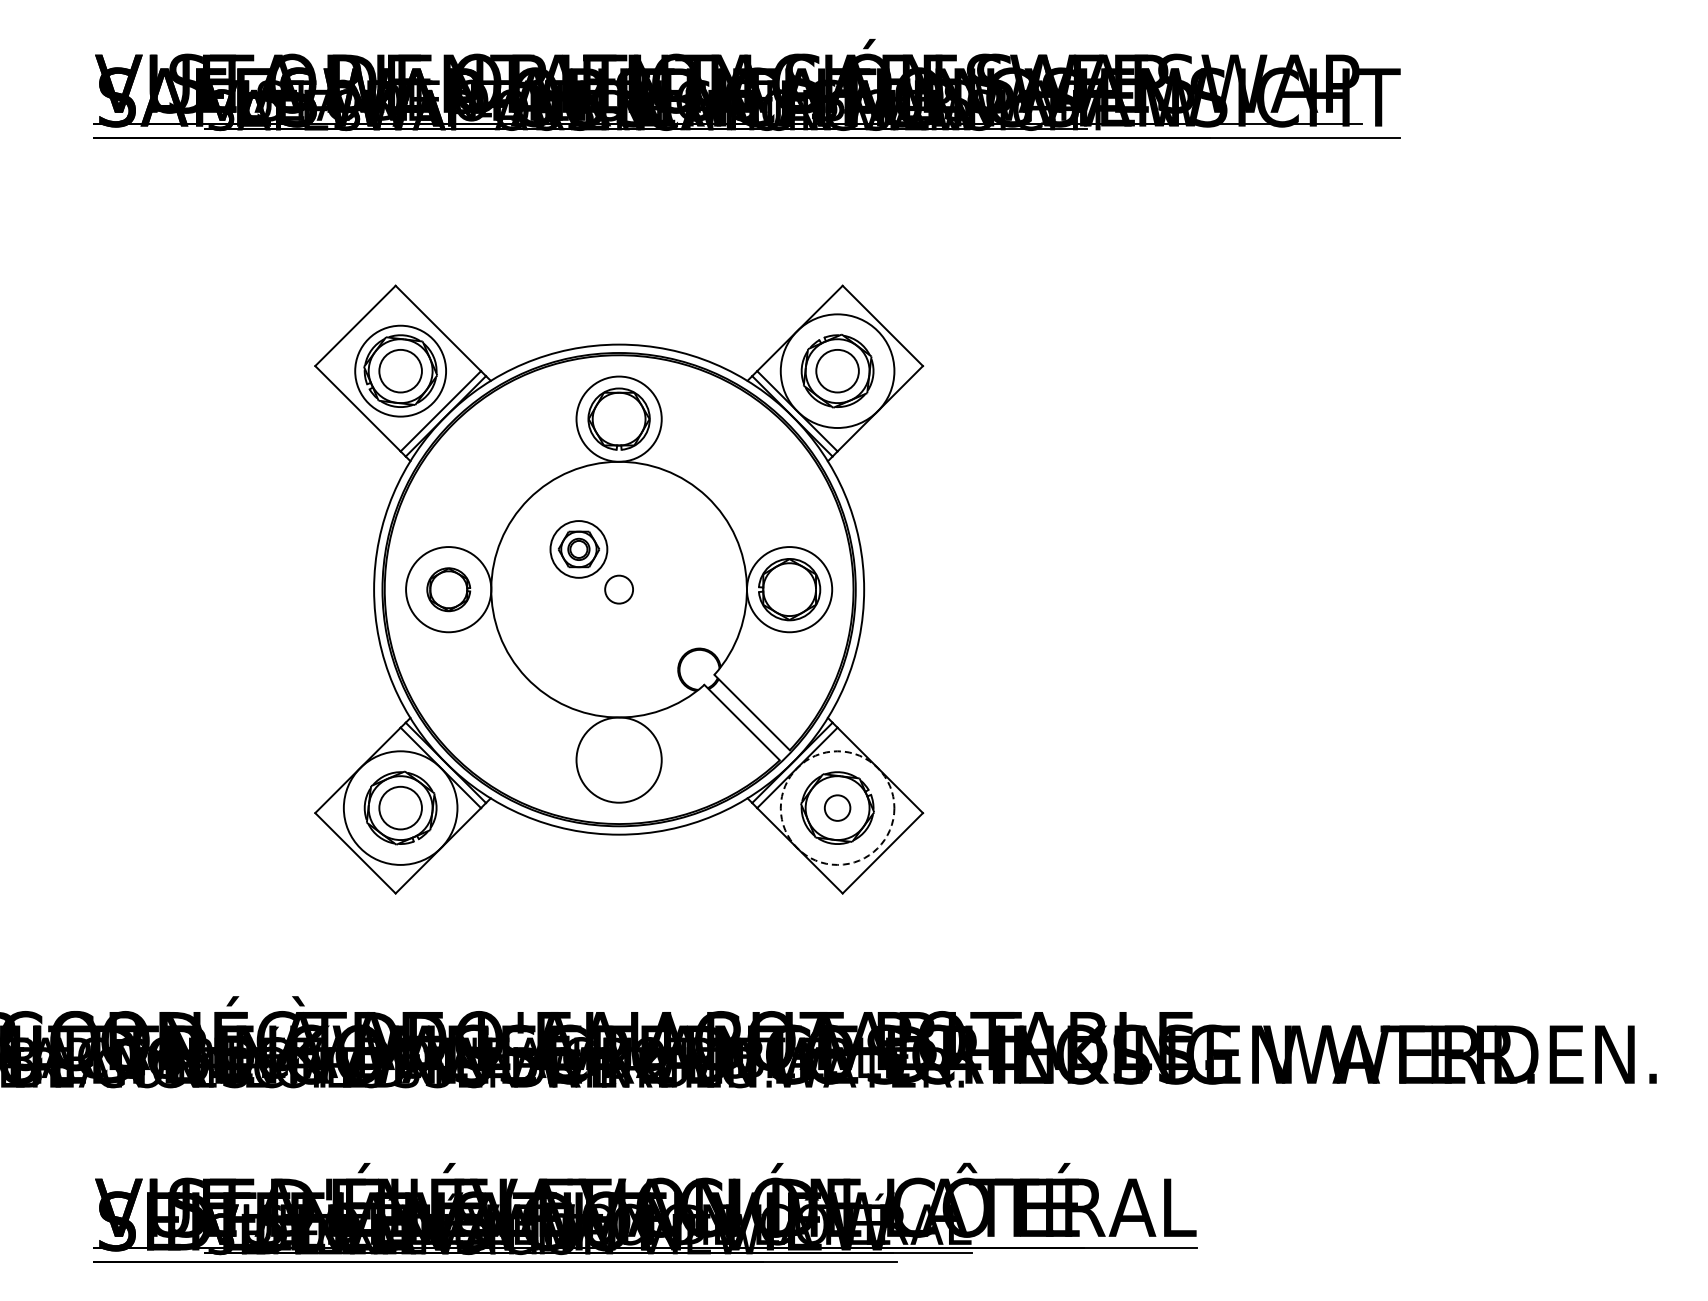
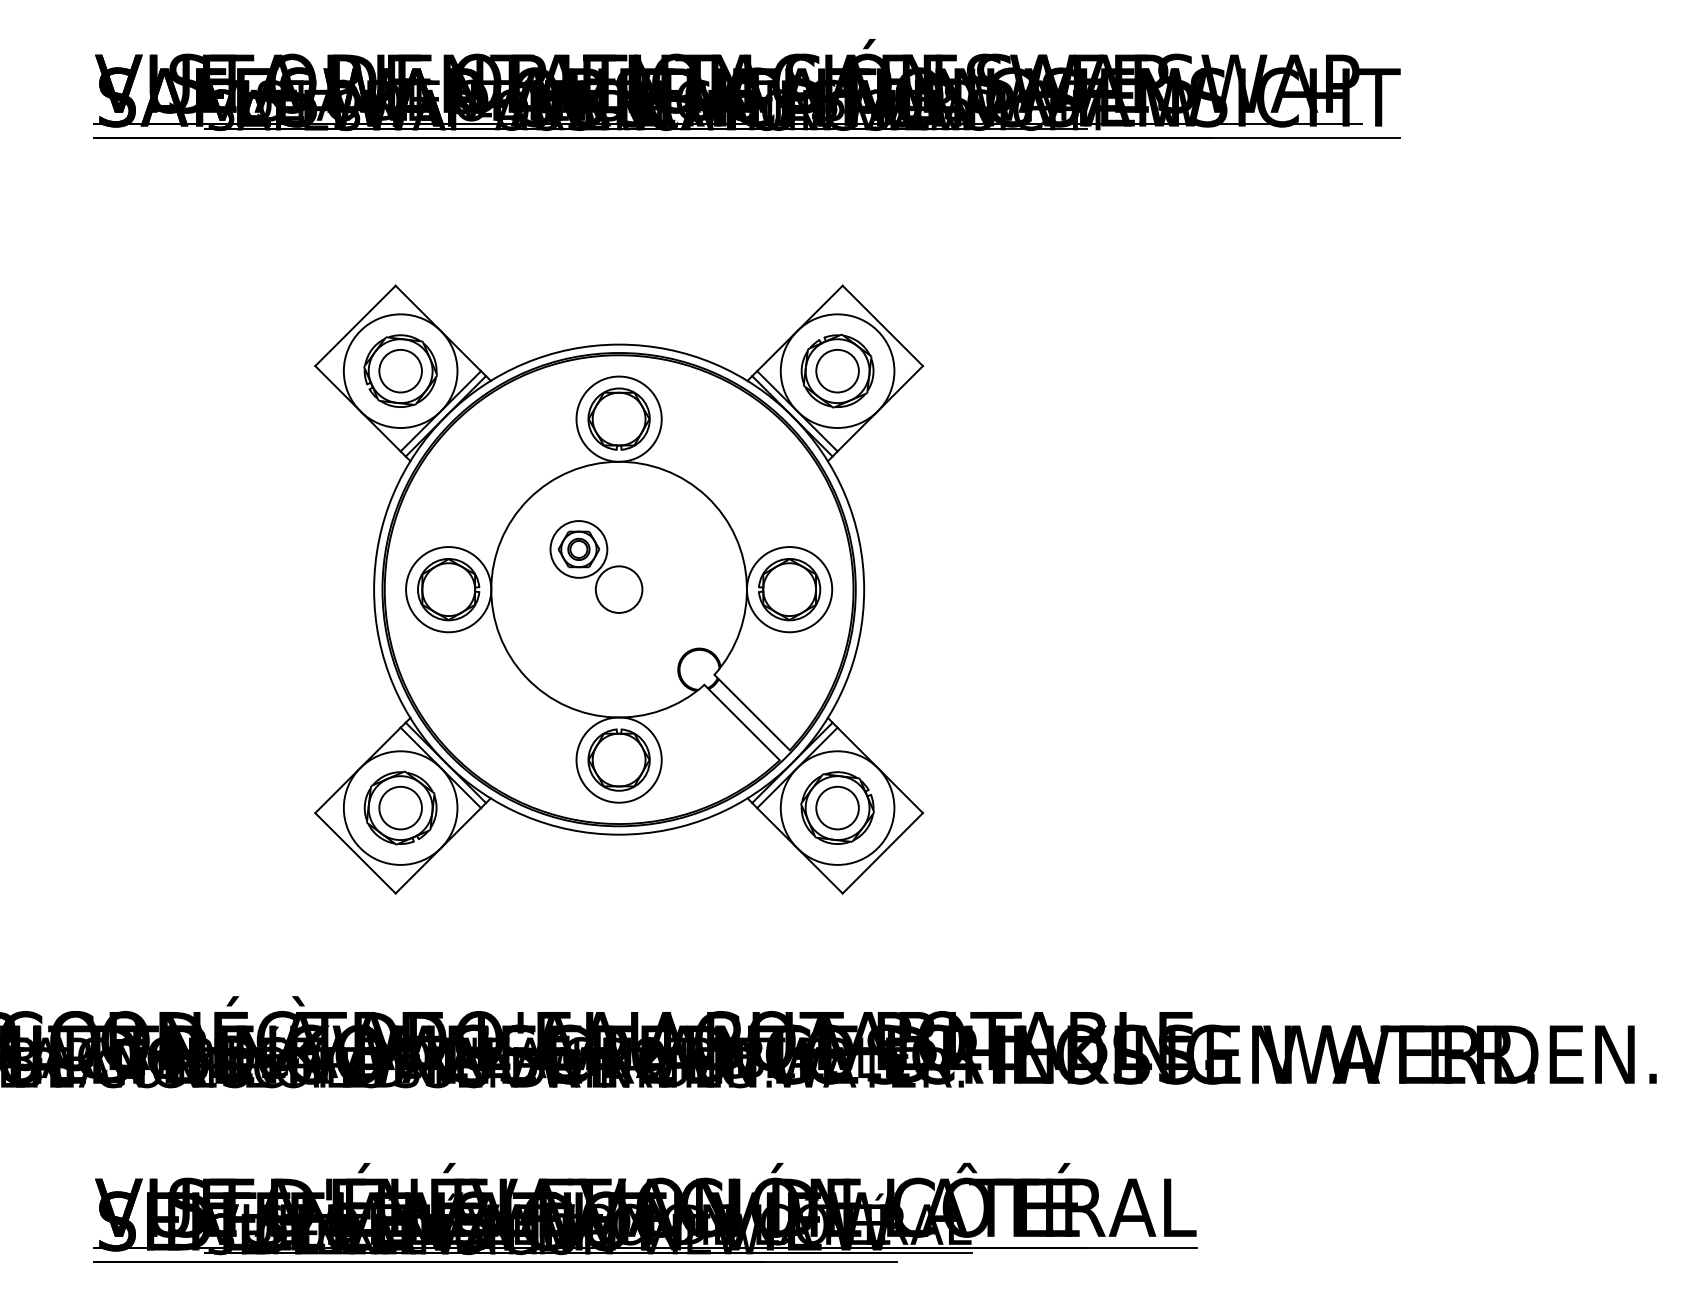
circle at (400, 370) diameter: 91 px -> 114 px
part at (448, 589) size: 46x46 px -> 64x64 px
circle at (619, 589) diameter: 28 px -> 47 px
part at (618, 759): none -> present
circle at (837, 807) diameter: 26 px -> 43 px
circle at (837, 807): dashed -> solid
